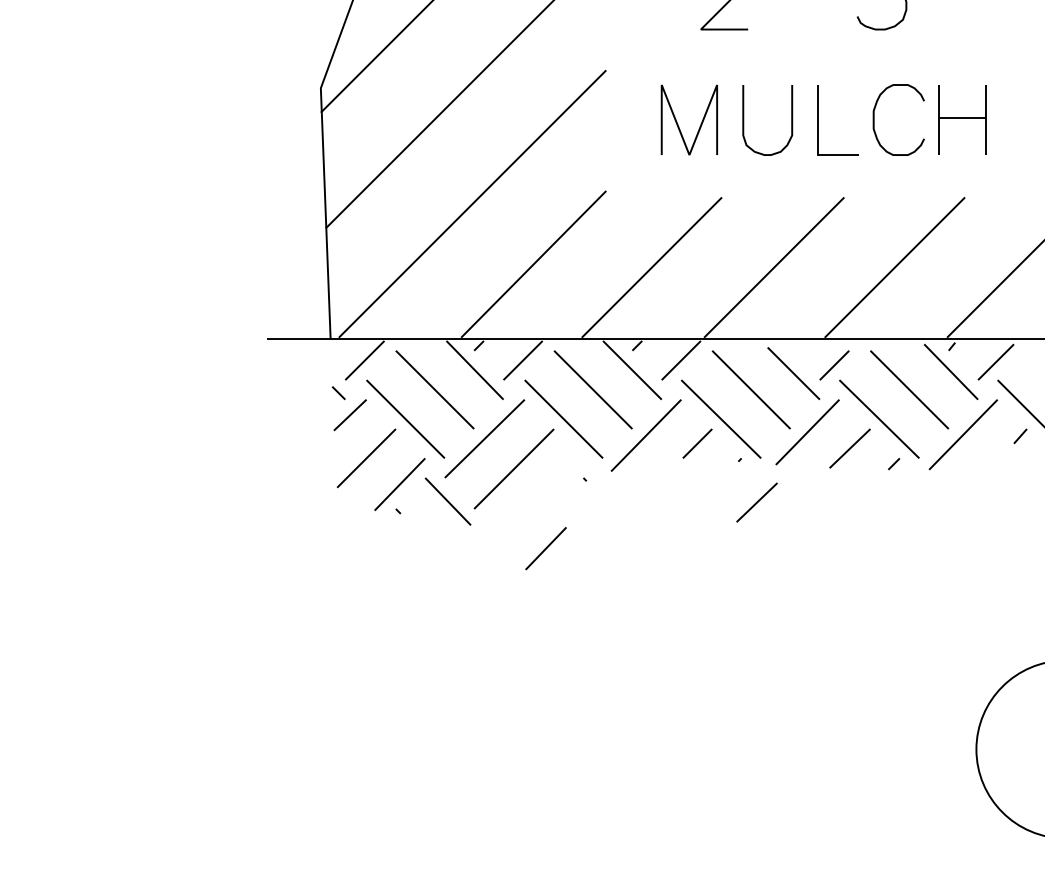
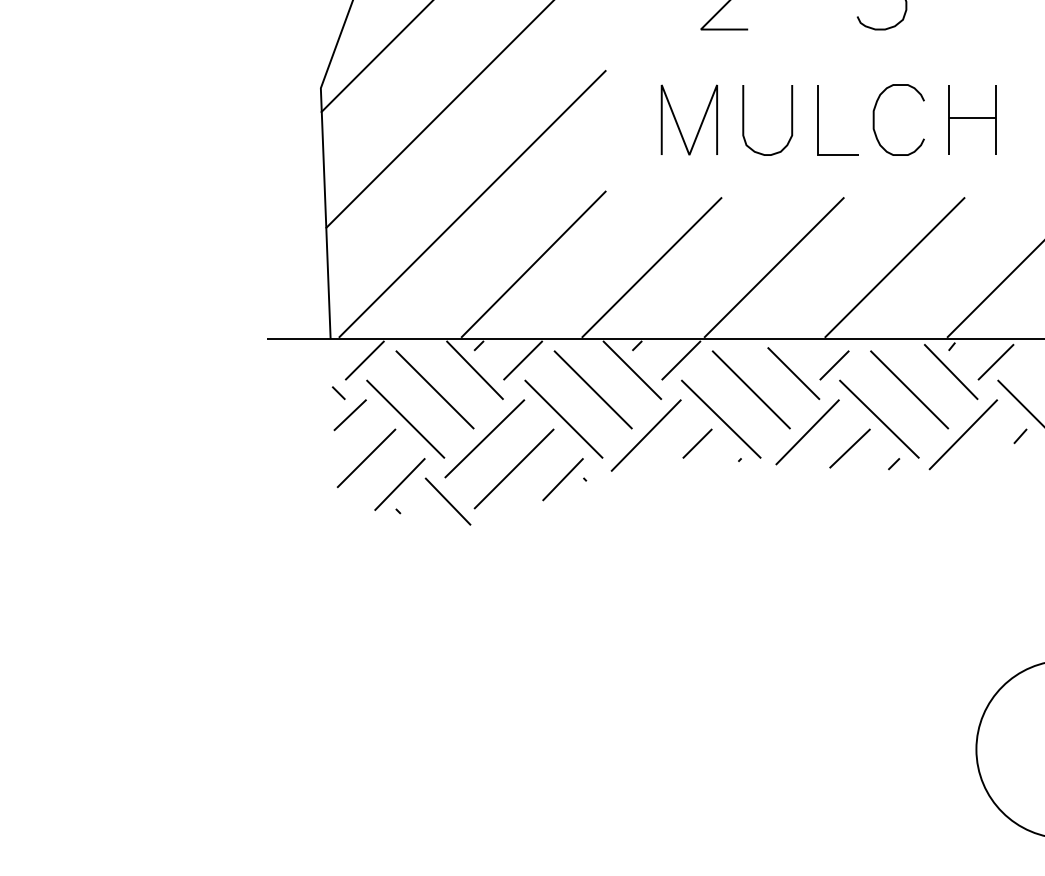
part at (962, 119) position: (962, 119) -> (972, 119)
line at (756, 502): present -> none
line at (545, 548) position: (545, 548) -> (562, 479)
